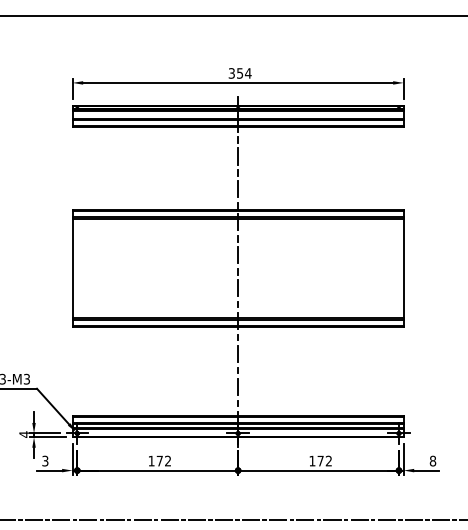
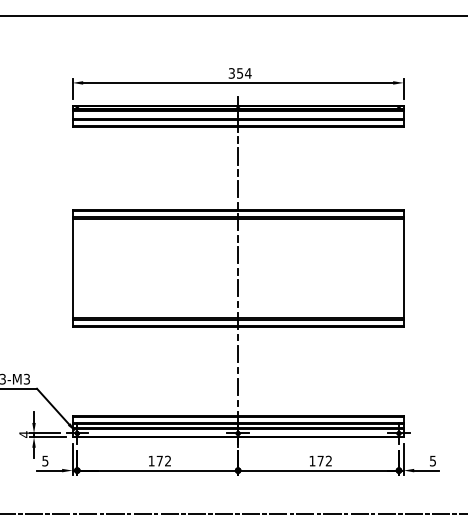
text at (45, 460): 3 -> 5
text at (432, 460): 8 -> 5
line at (233, 520) position: (233, 520) -> (233, 514)
